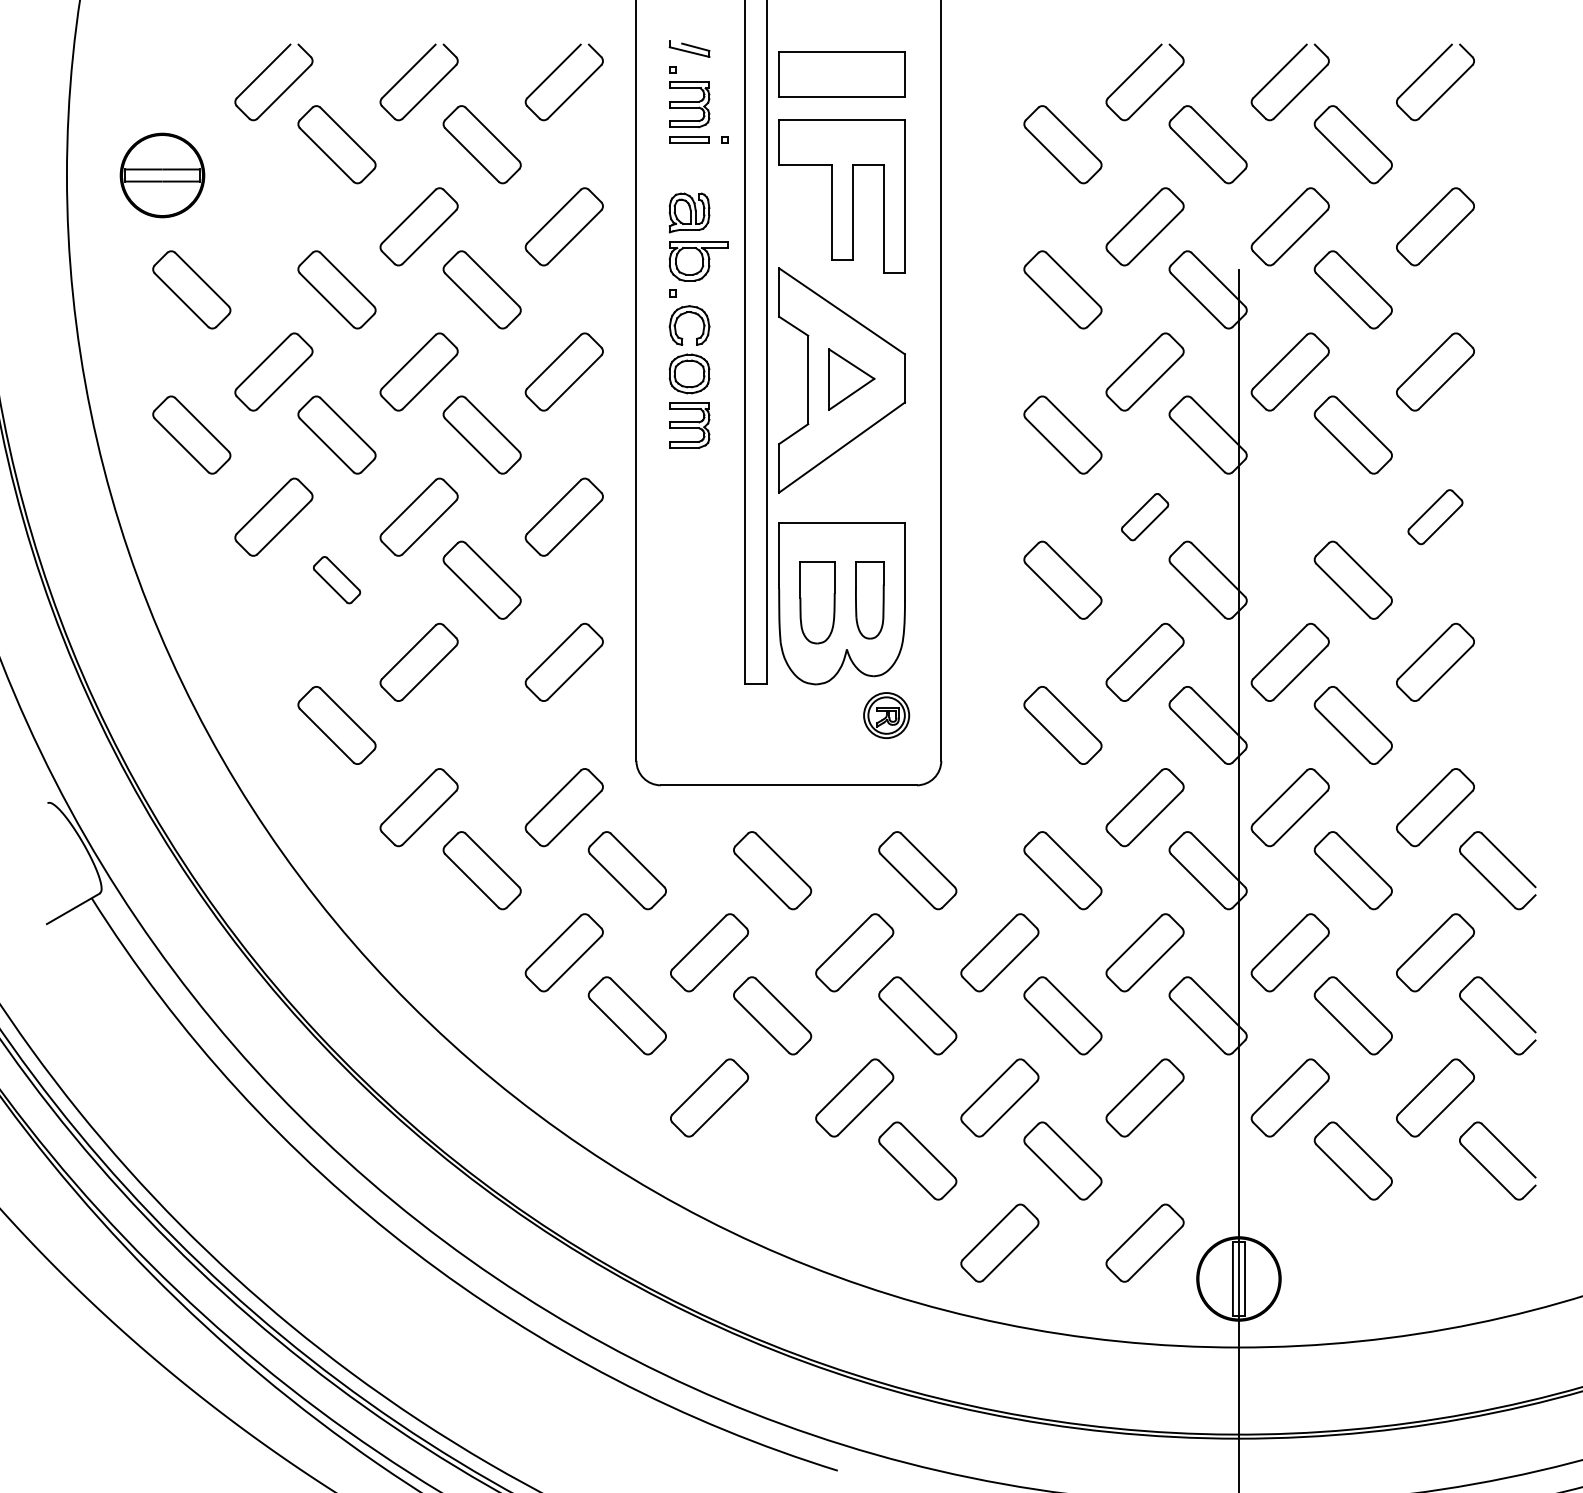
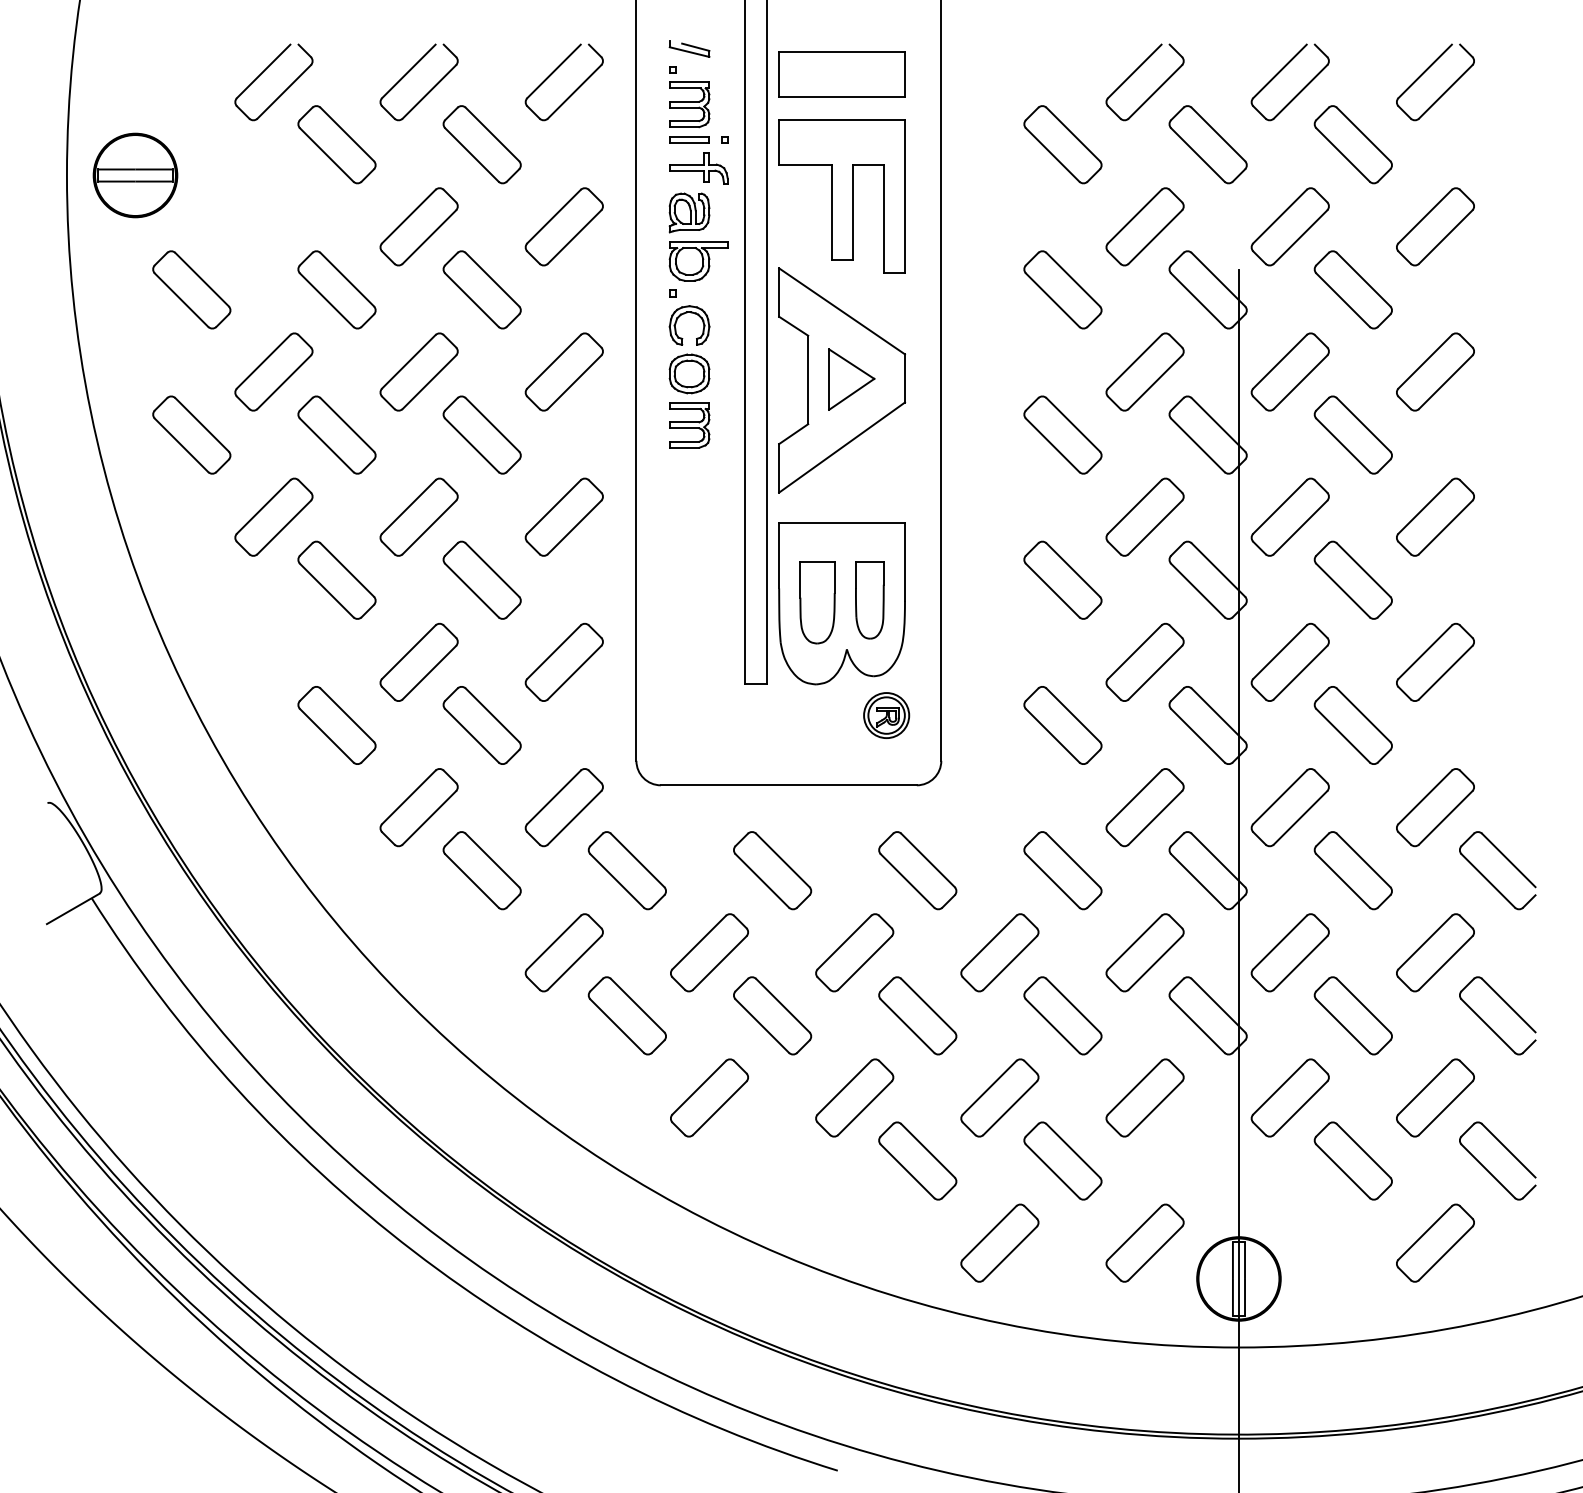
part at (698, 168): none -> present
part at (162, 175) position: (162, 175) -> (135, 175)
part at (1289, 516): none -> present
part at (1145, 517) size: 49x49 px -> 80x80 px
part at (1435, 517) size: 57x57 px -> 79x80 px
part at (337, 580) size: 49x49 px -> 80x80 px
part at (481, 725): none -> present
part at (1435, 1242): none -> present
